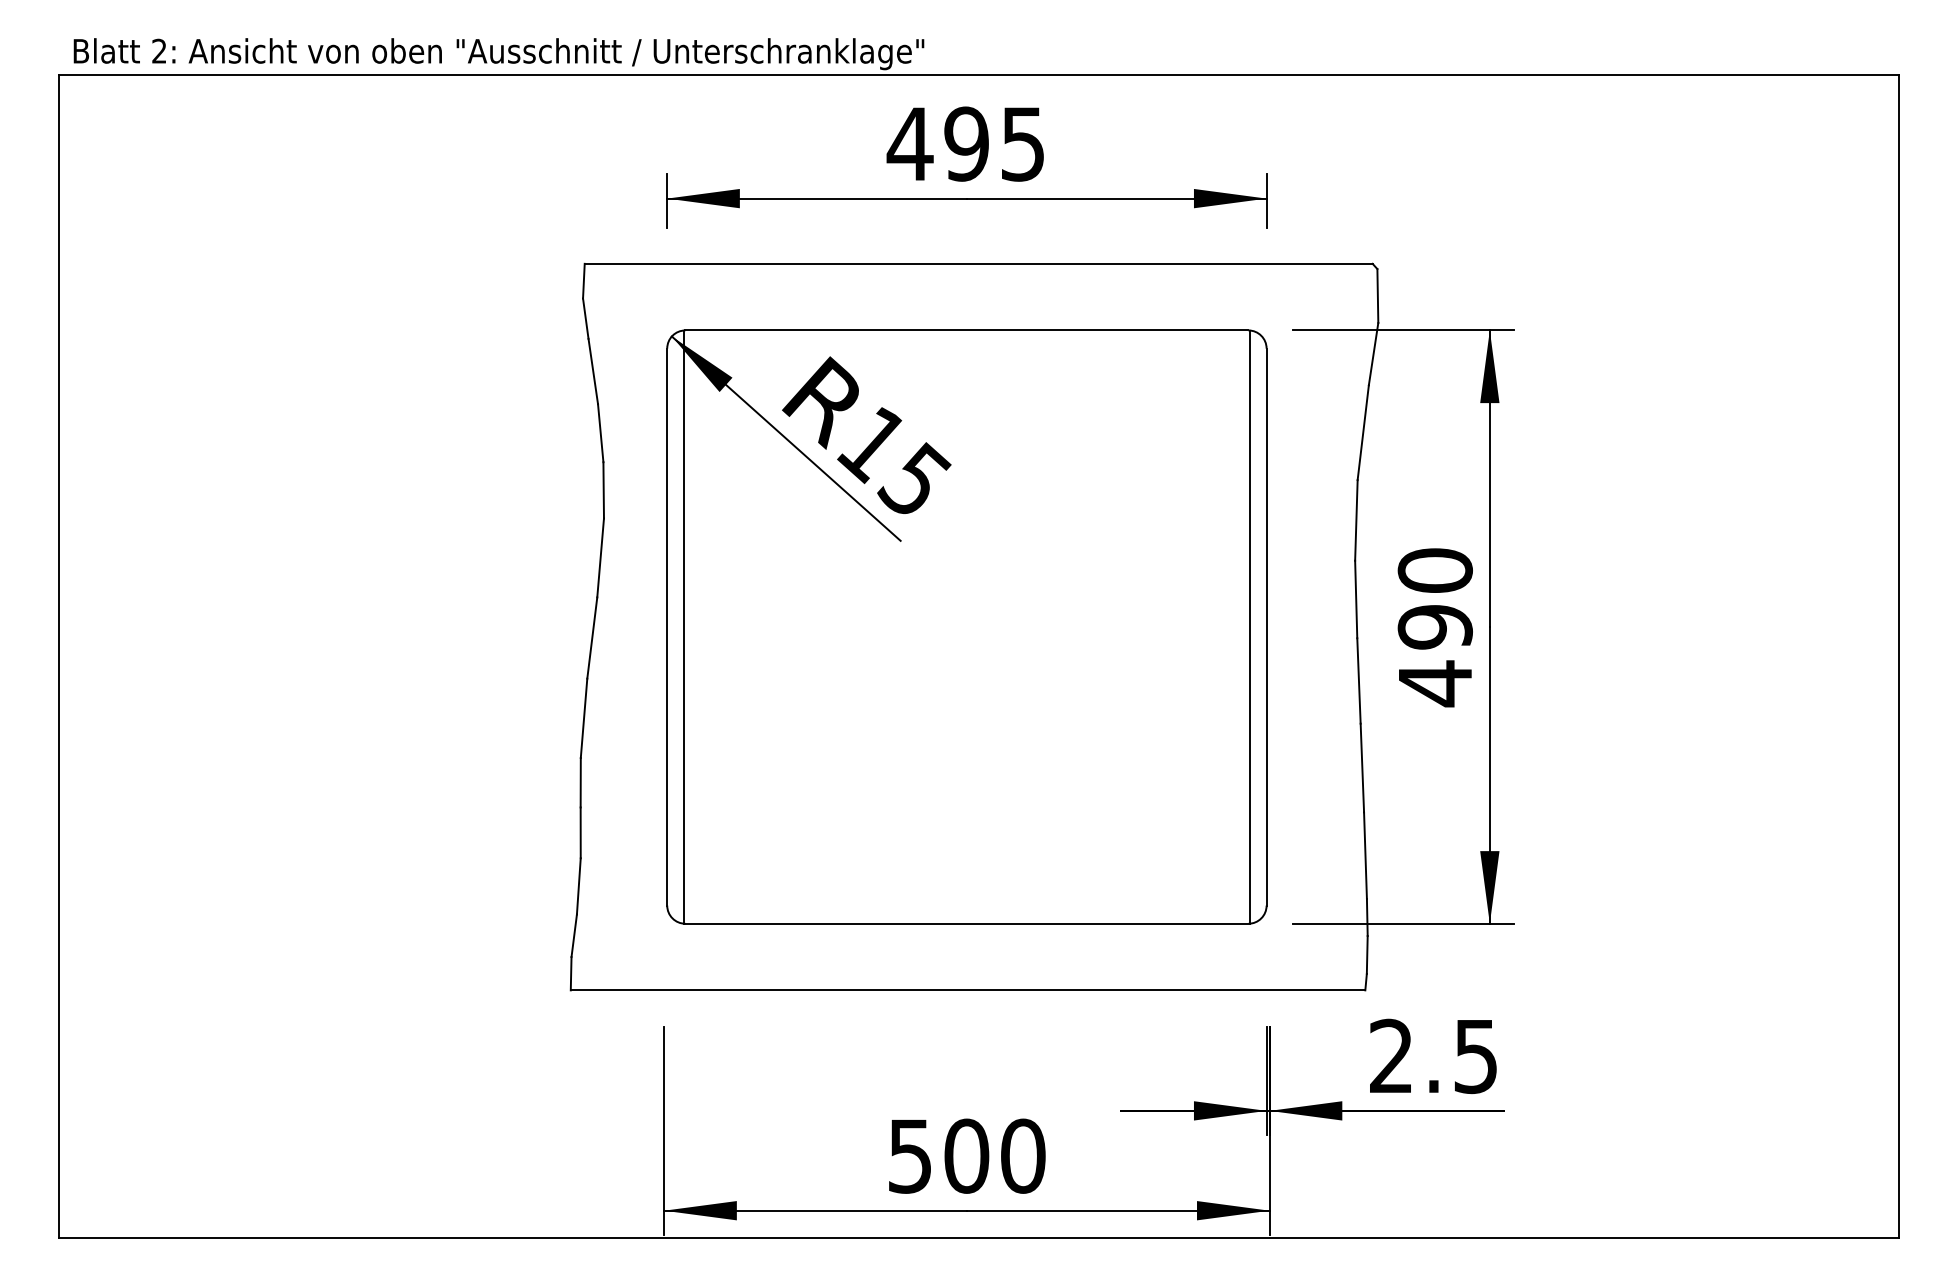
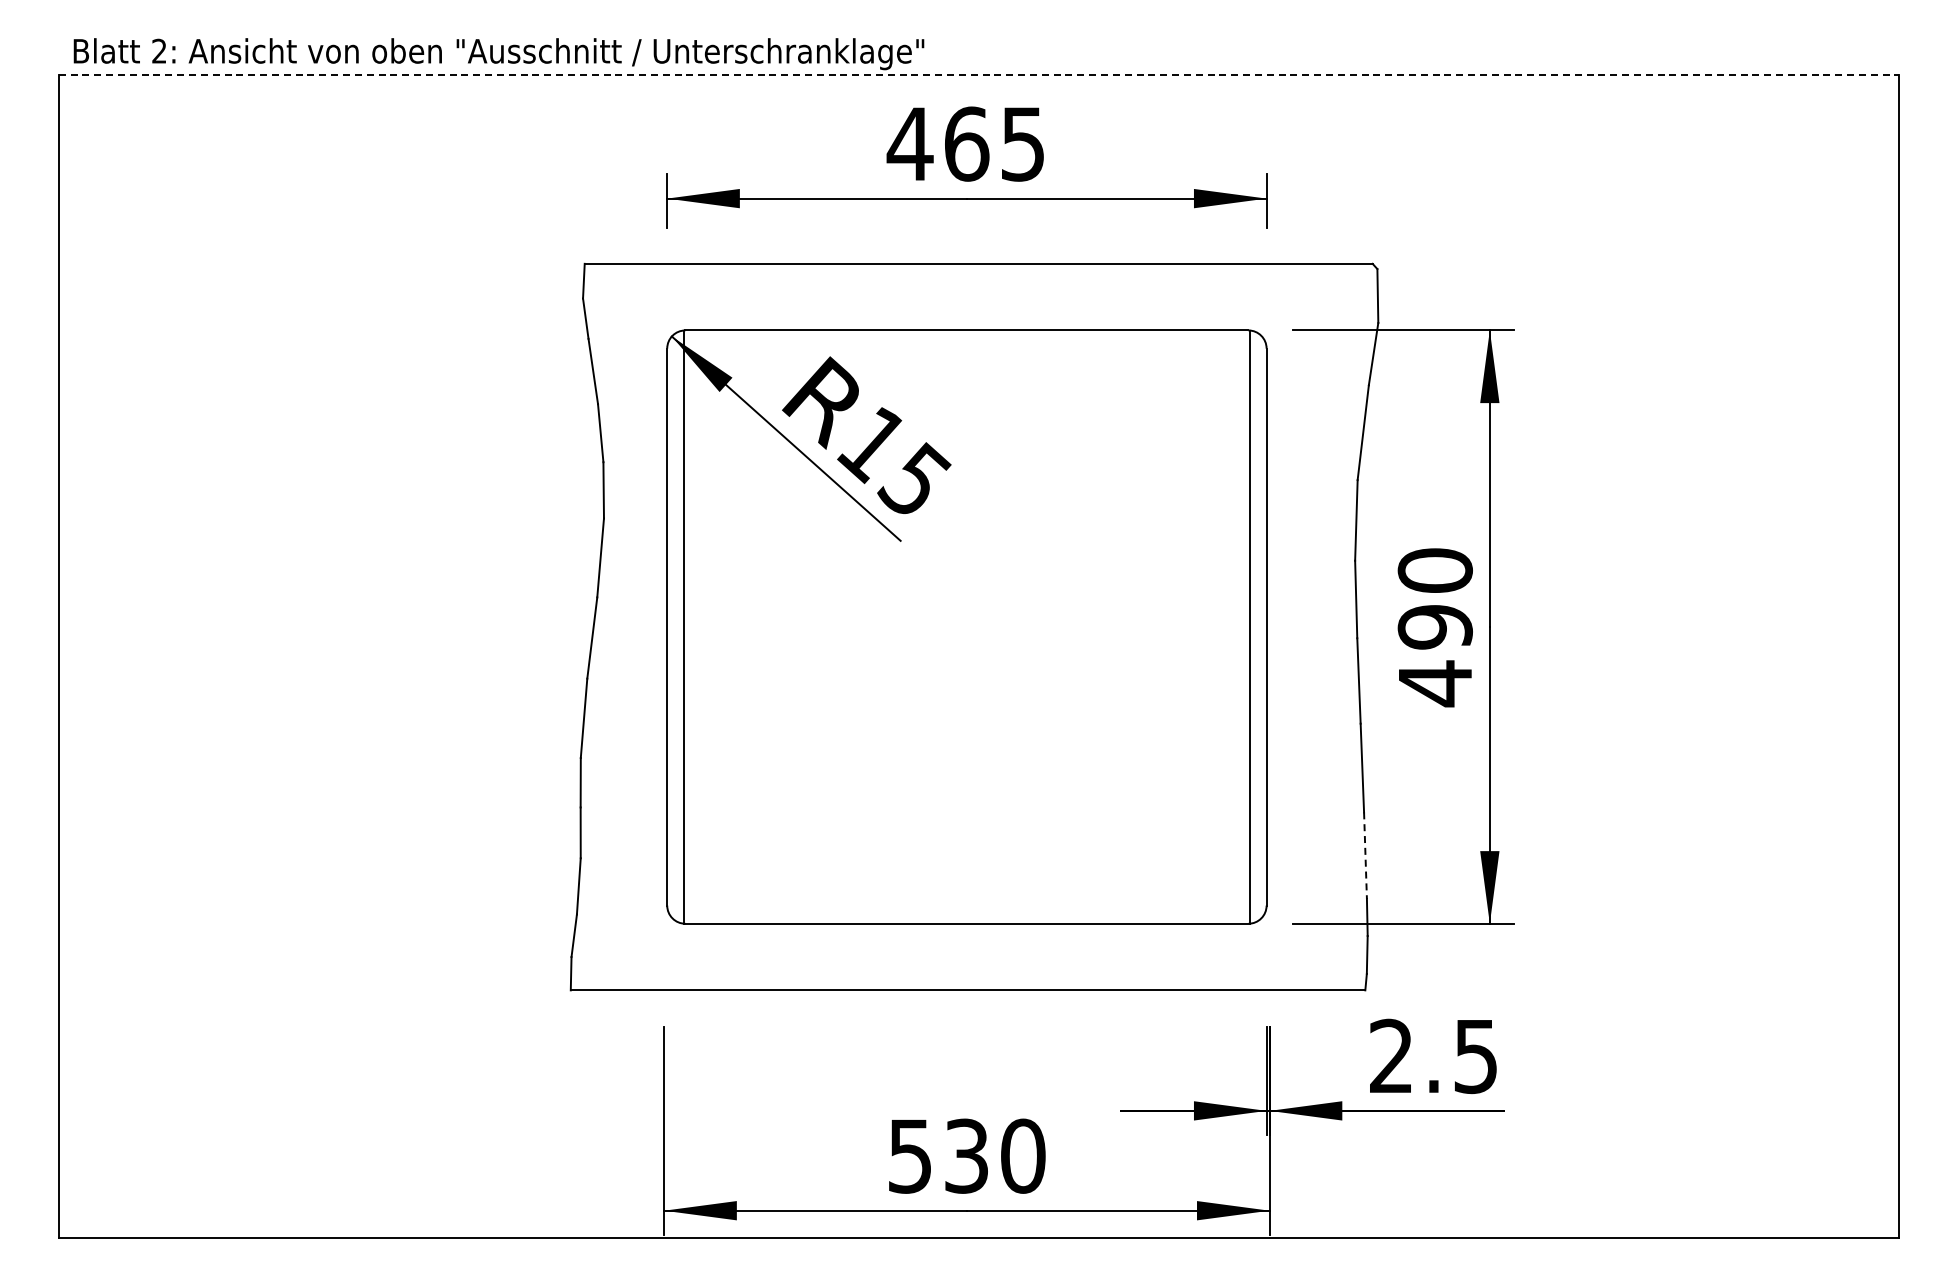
line at (979, 75): solid -> dashed
text at (966, 143): 495 -> 465
line at (1365, 856): solid -> dashed
text at (966, 1155): 500 -> 530
